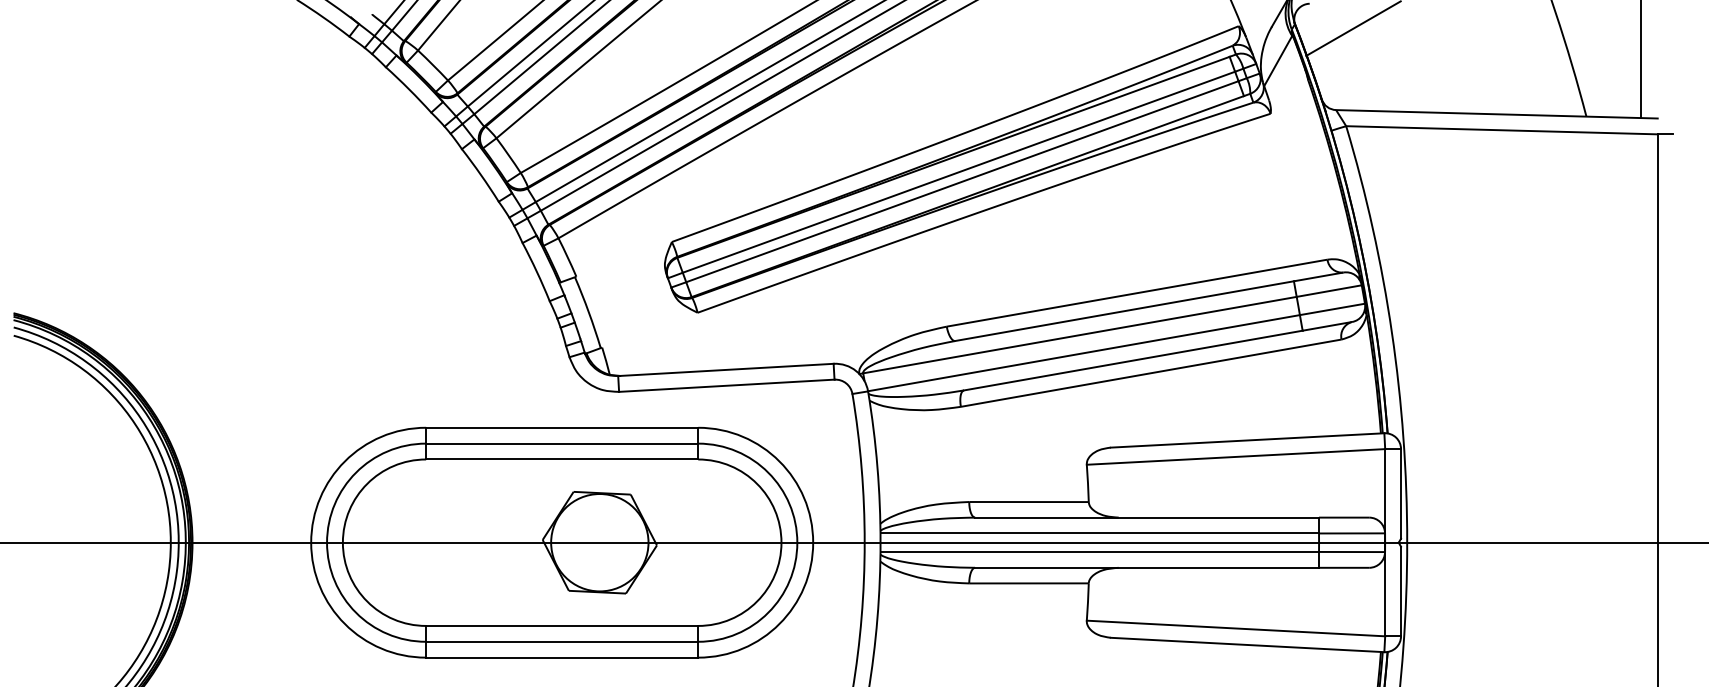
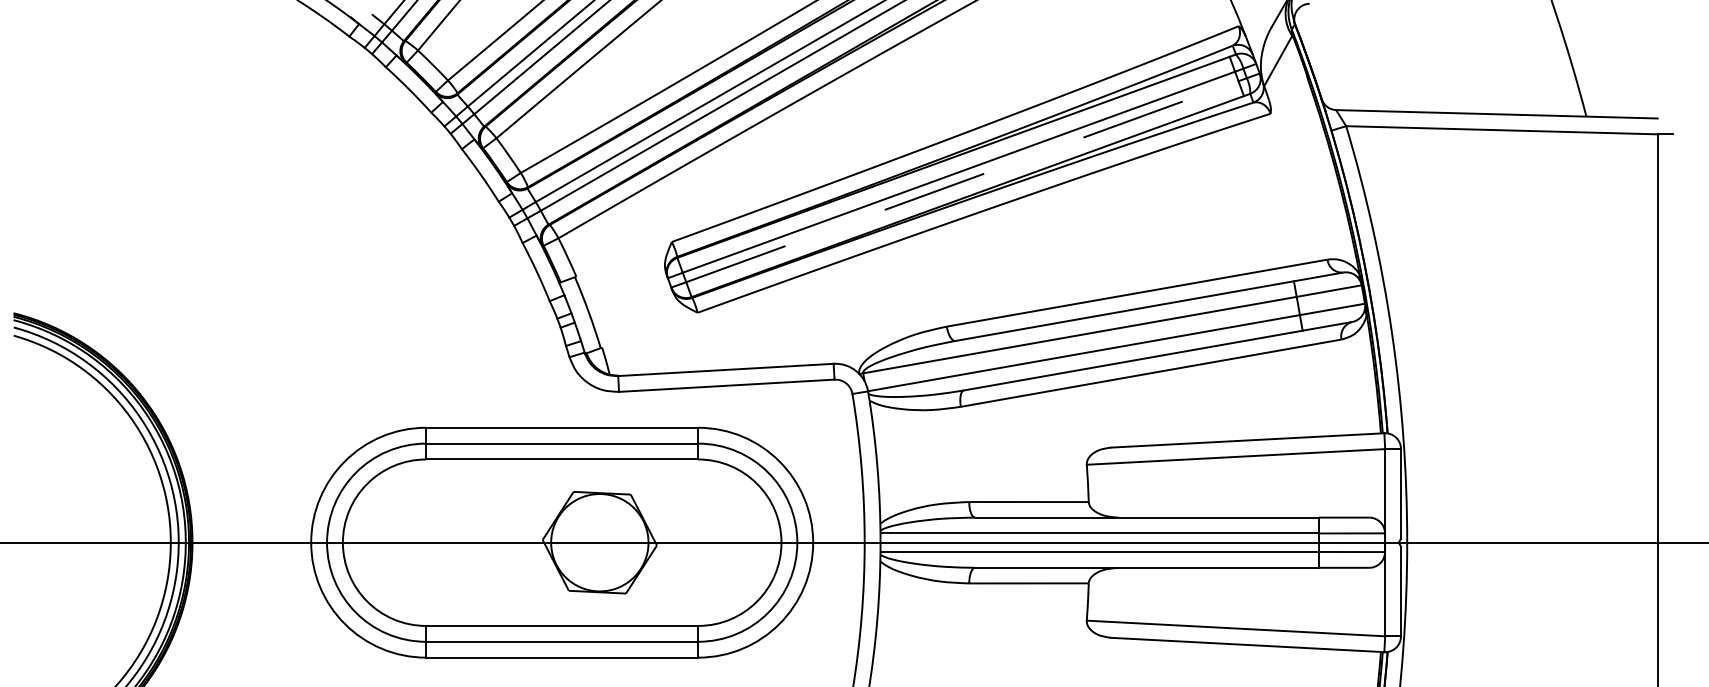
line at (1352, 28): present -> none
line at (1641, 60): present -> none
line at (962, 181): solid -> dashed
